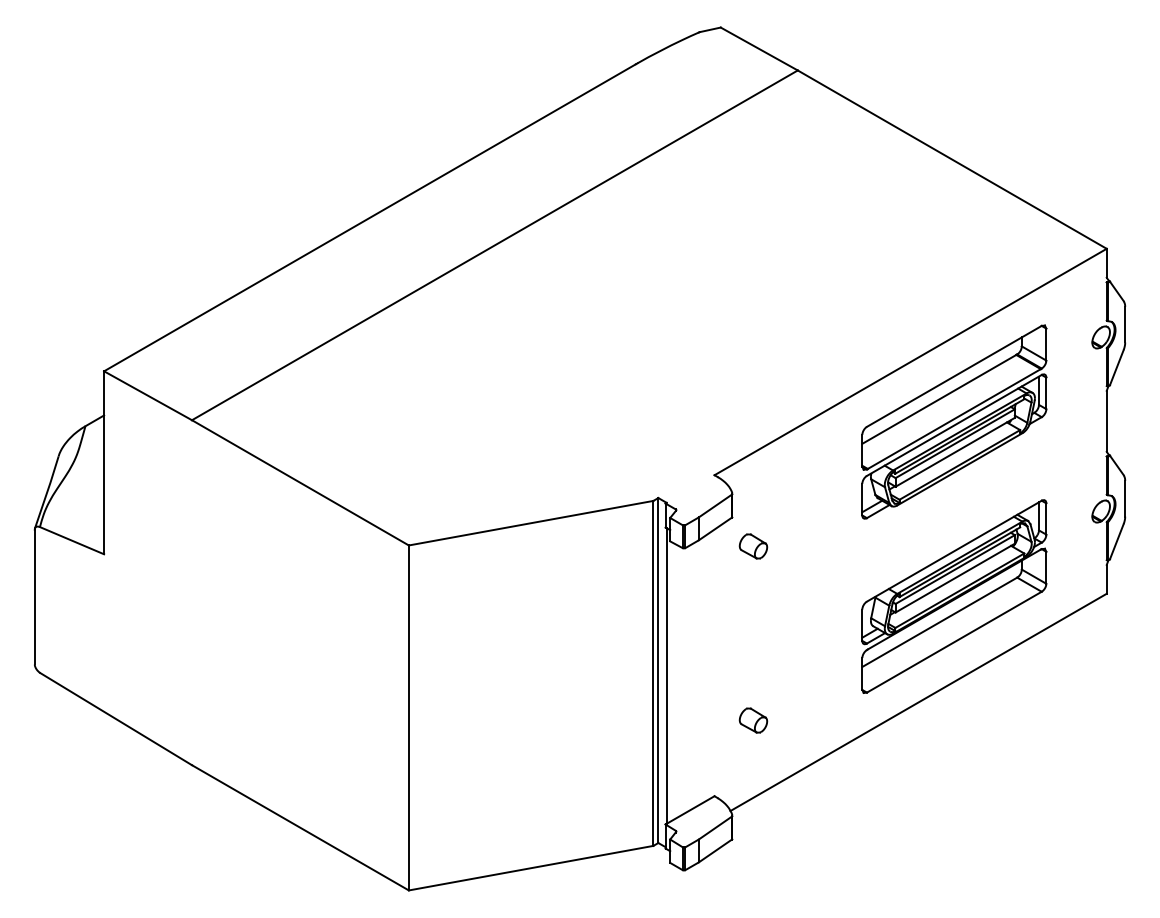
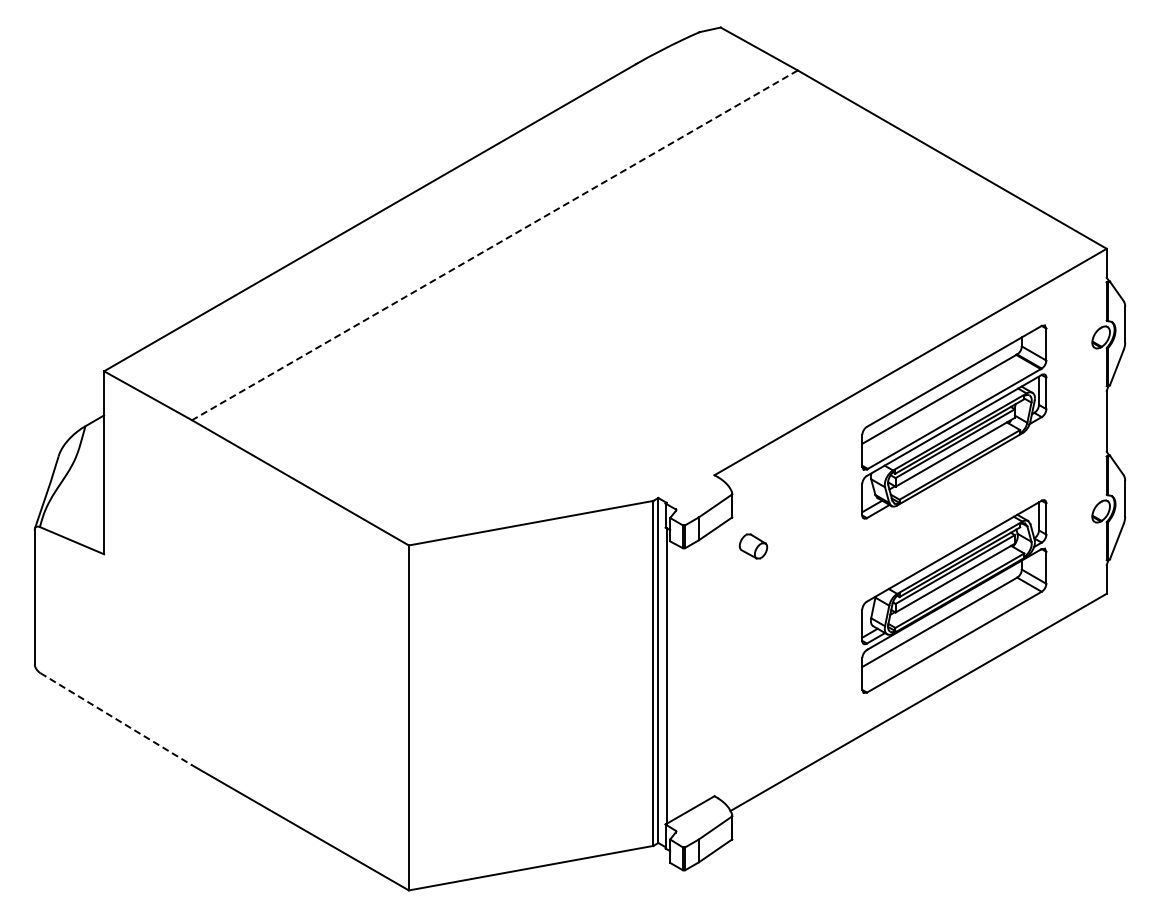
line at (494, 245): solid -> dashed
line at (116, 719): solid -> dashed
part at (753, 720): present -> none
